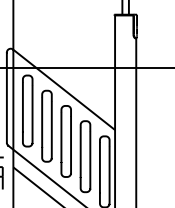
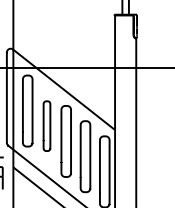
part at (46, 125) size: 12x74 px -> 10x52 px
